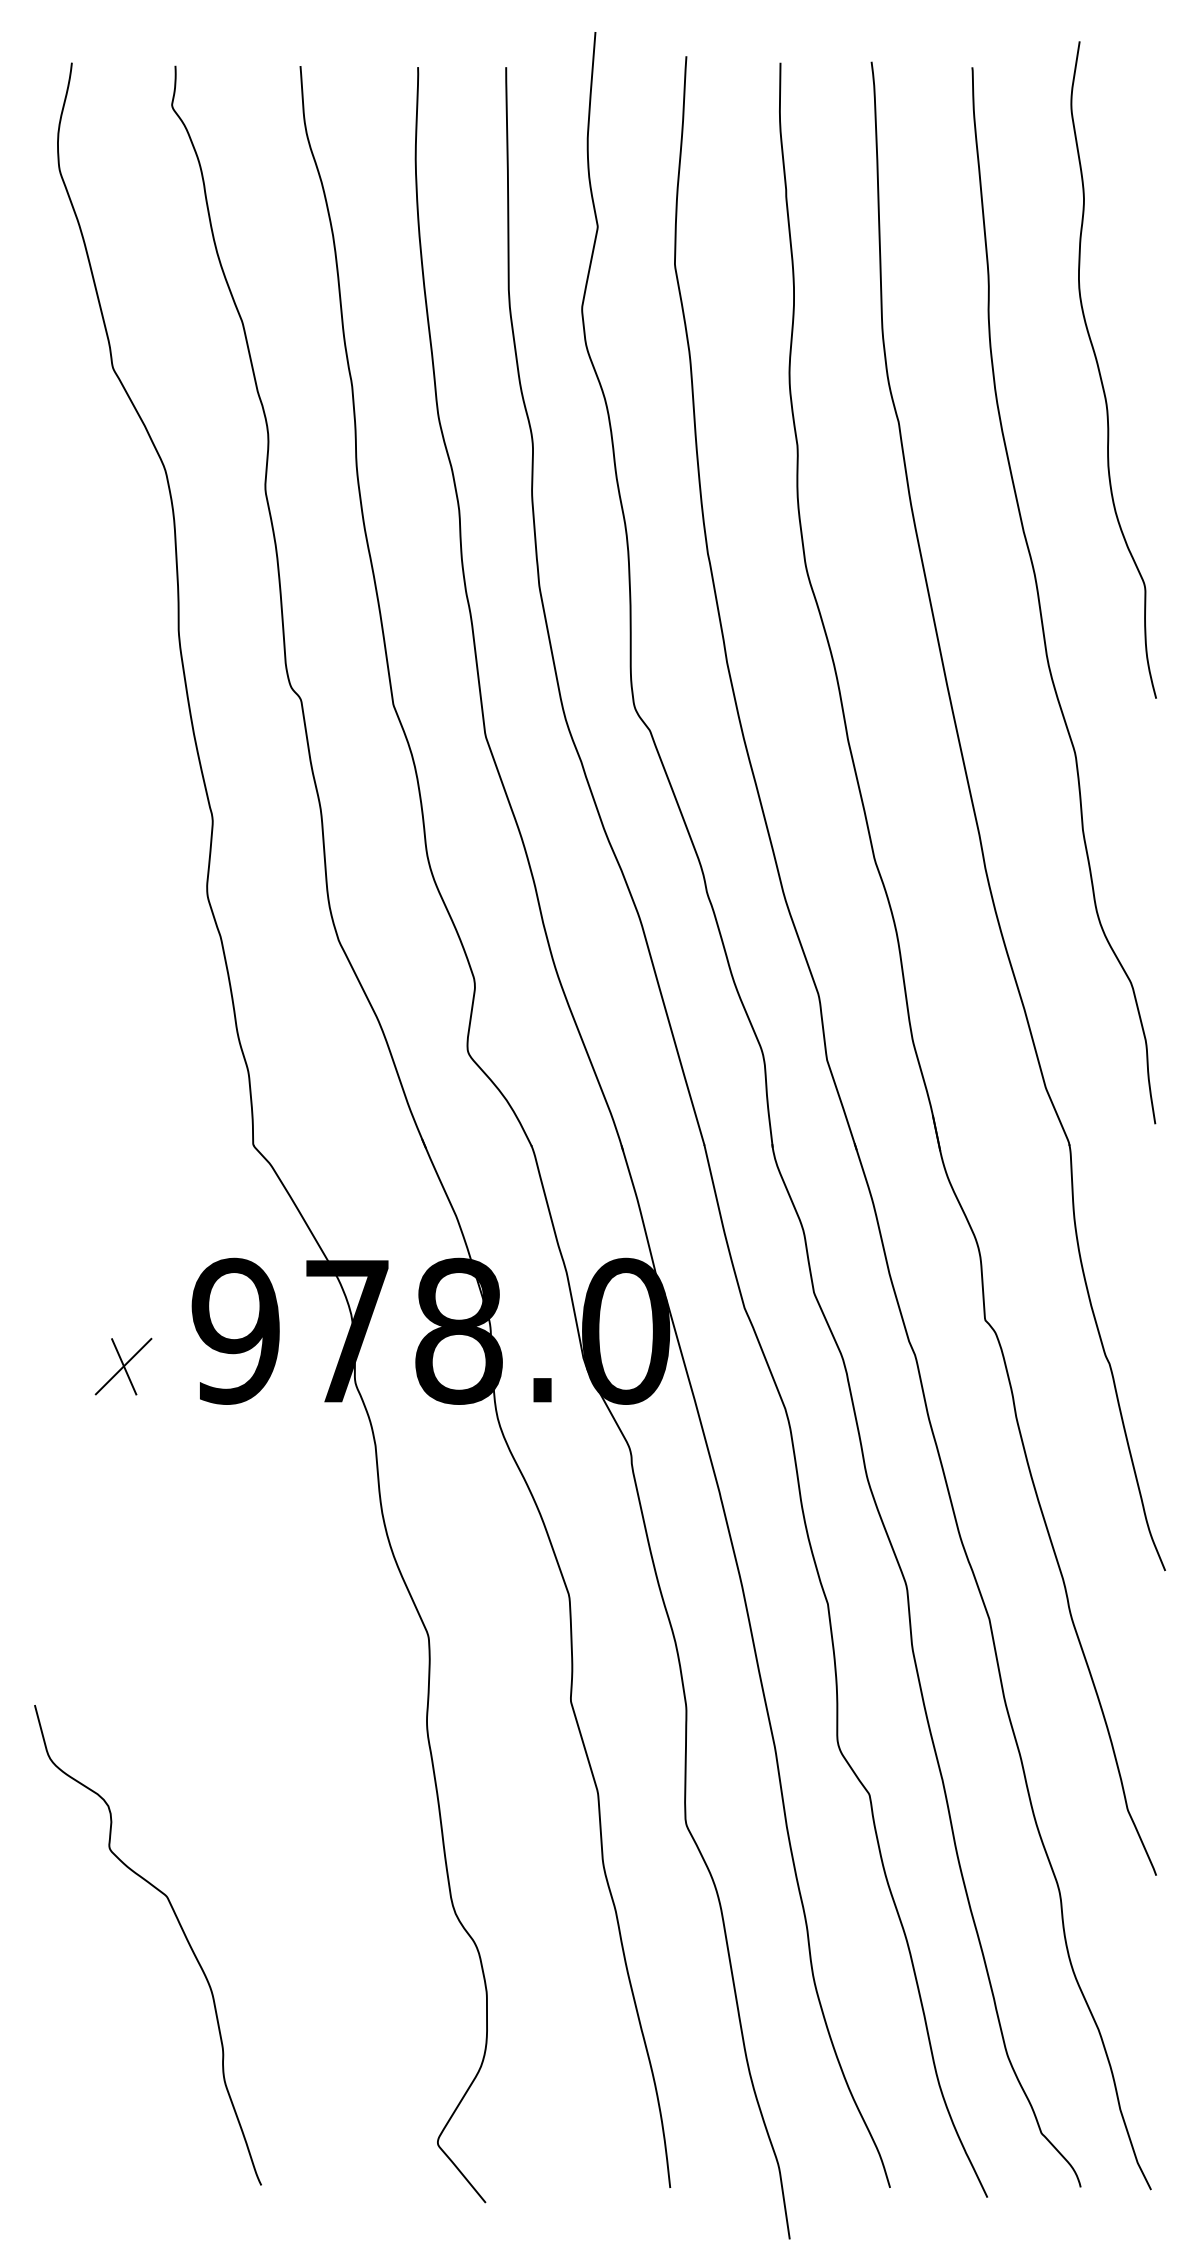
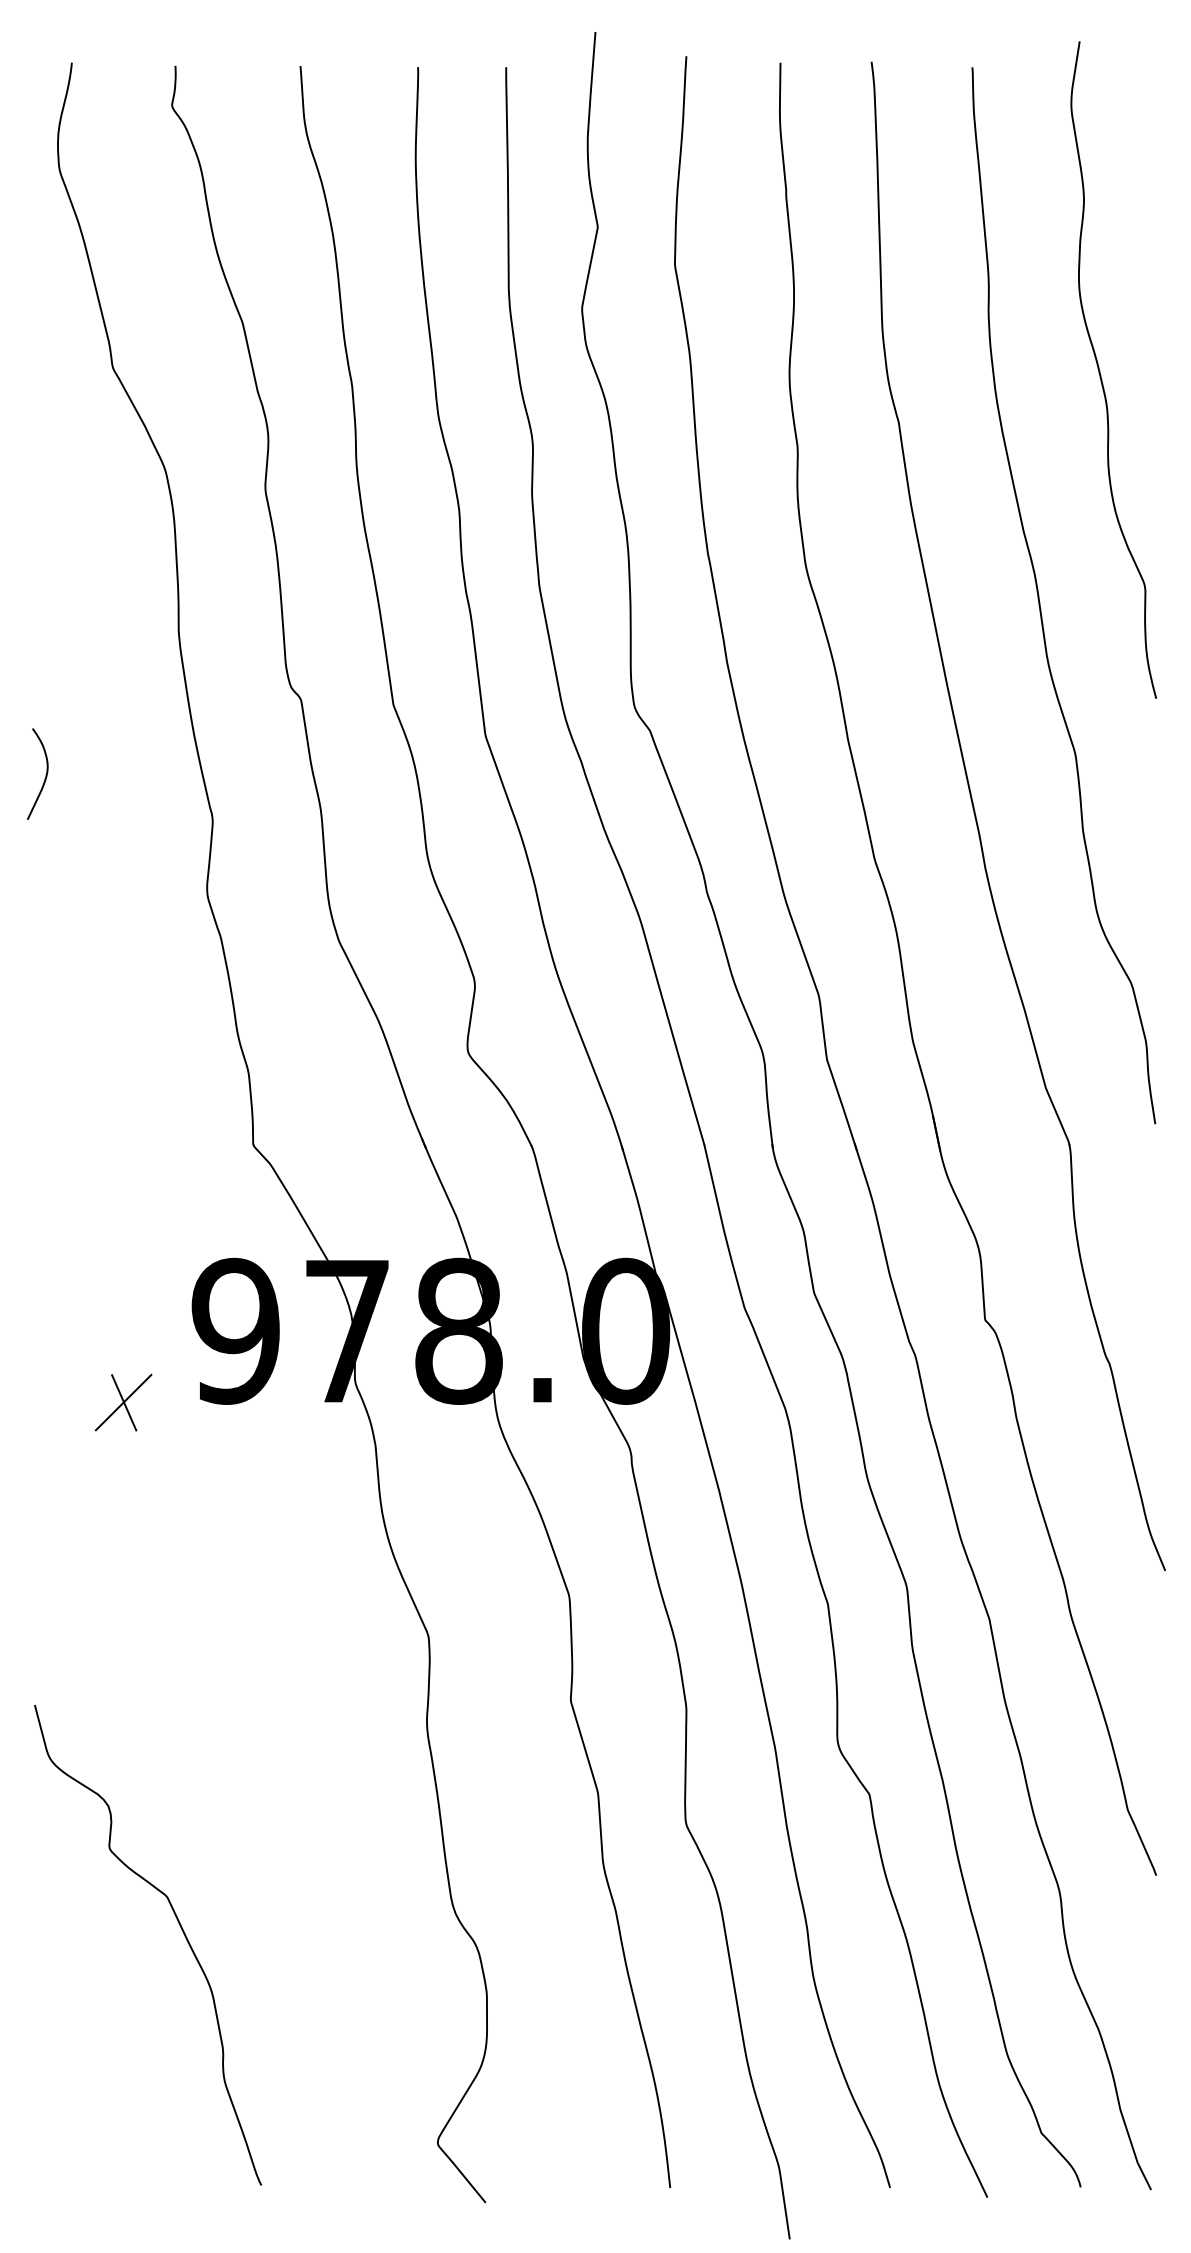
curve at (45, 774): none -> present
part at (123, 1366) position: (123, 1366) -> (123, 1402)
